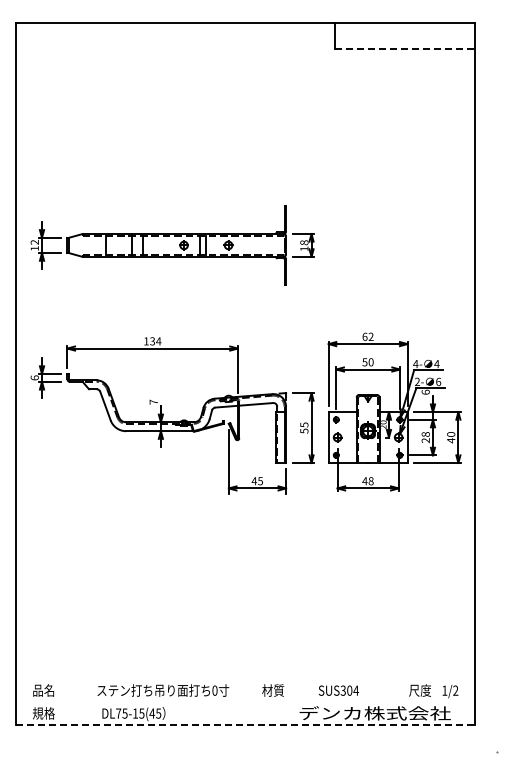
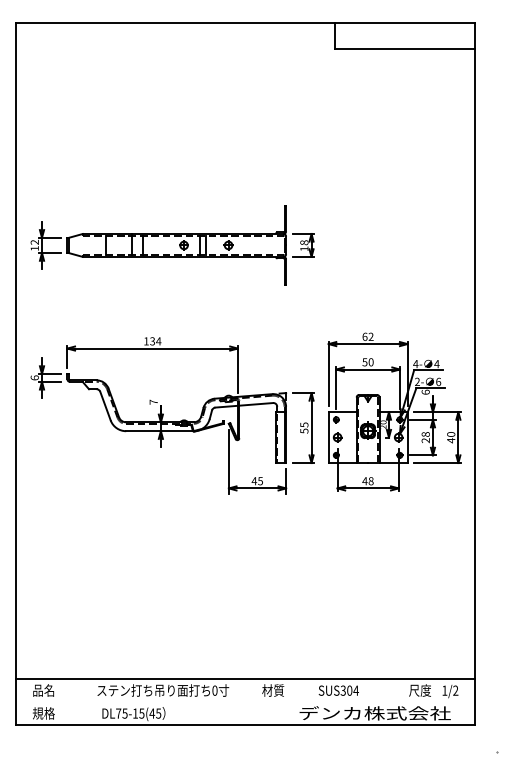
line at (404, 48): dashed -> solid
line at (244, 679): none -> present
line at (245, 725): dashed -> solid
